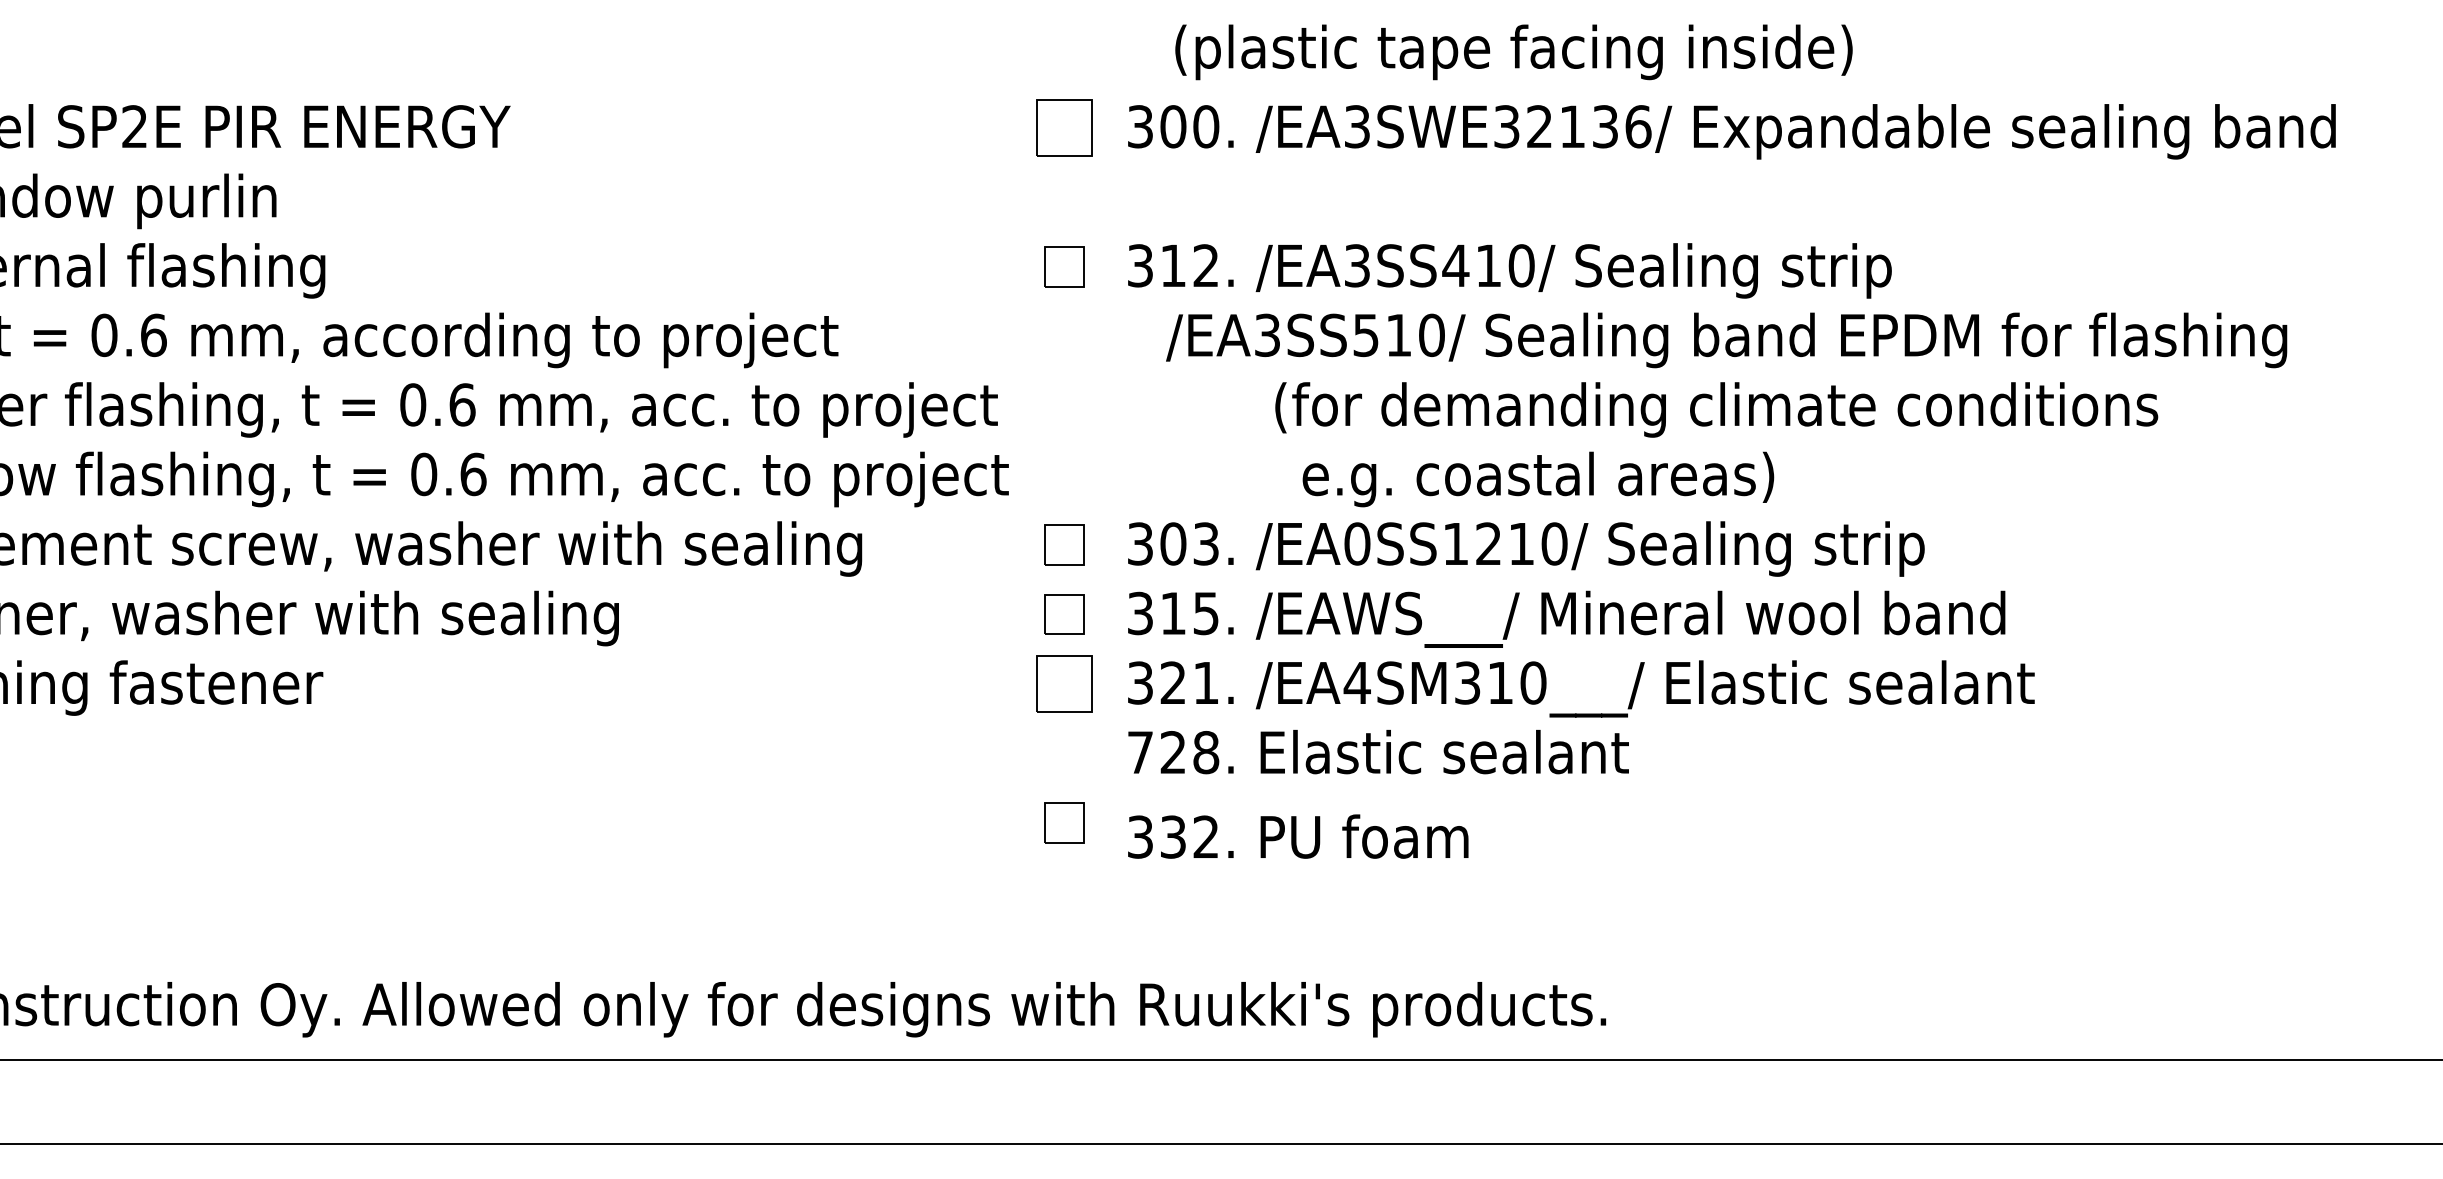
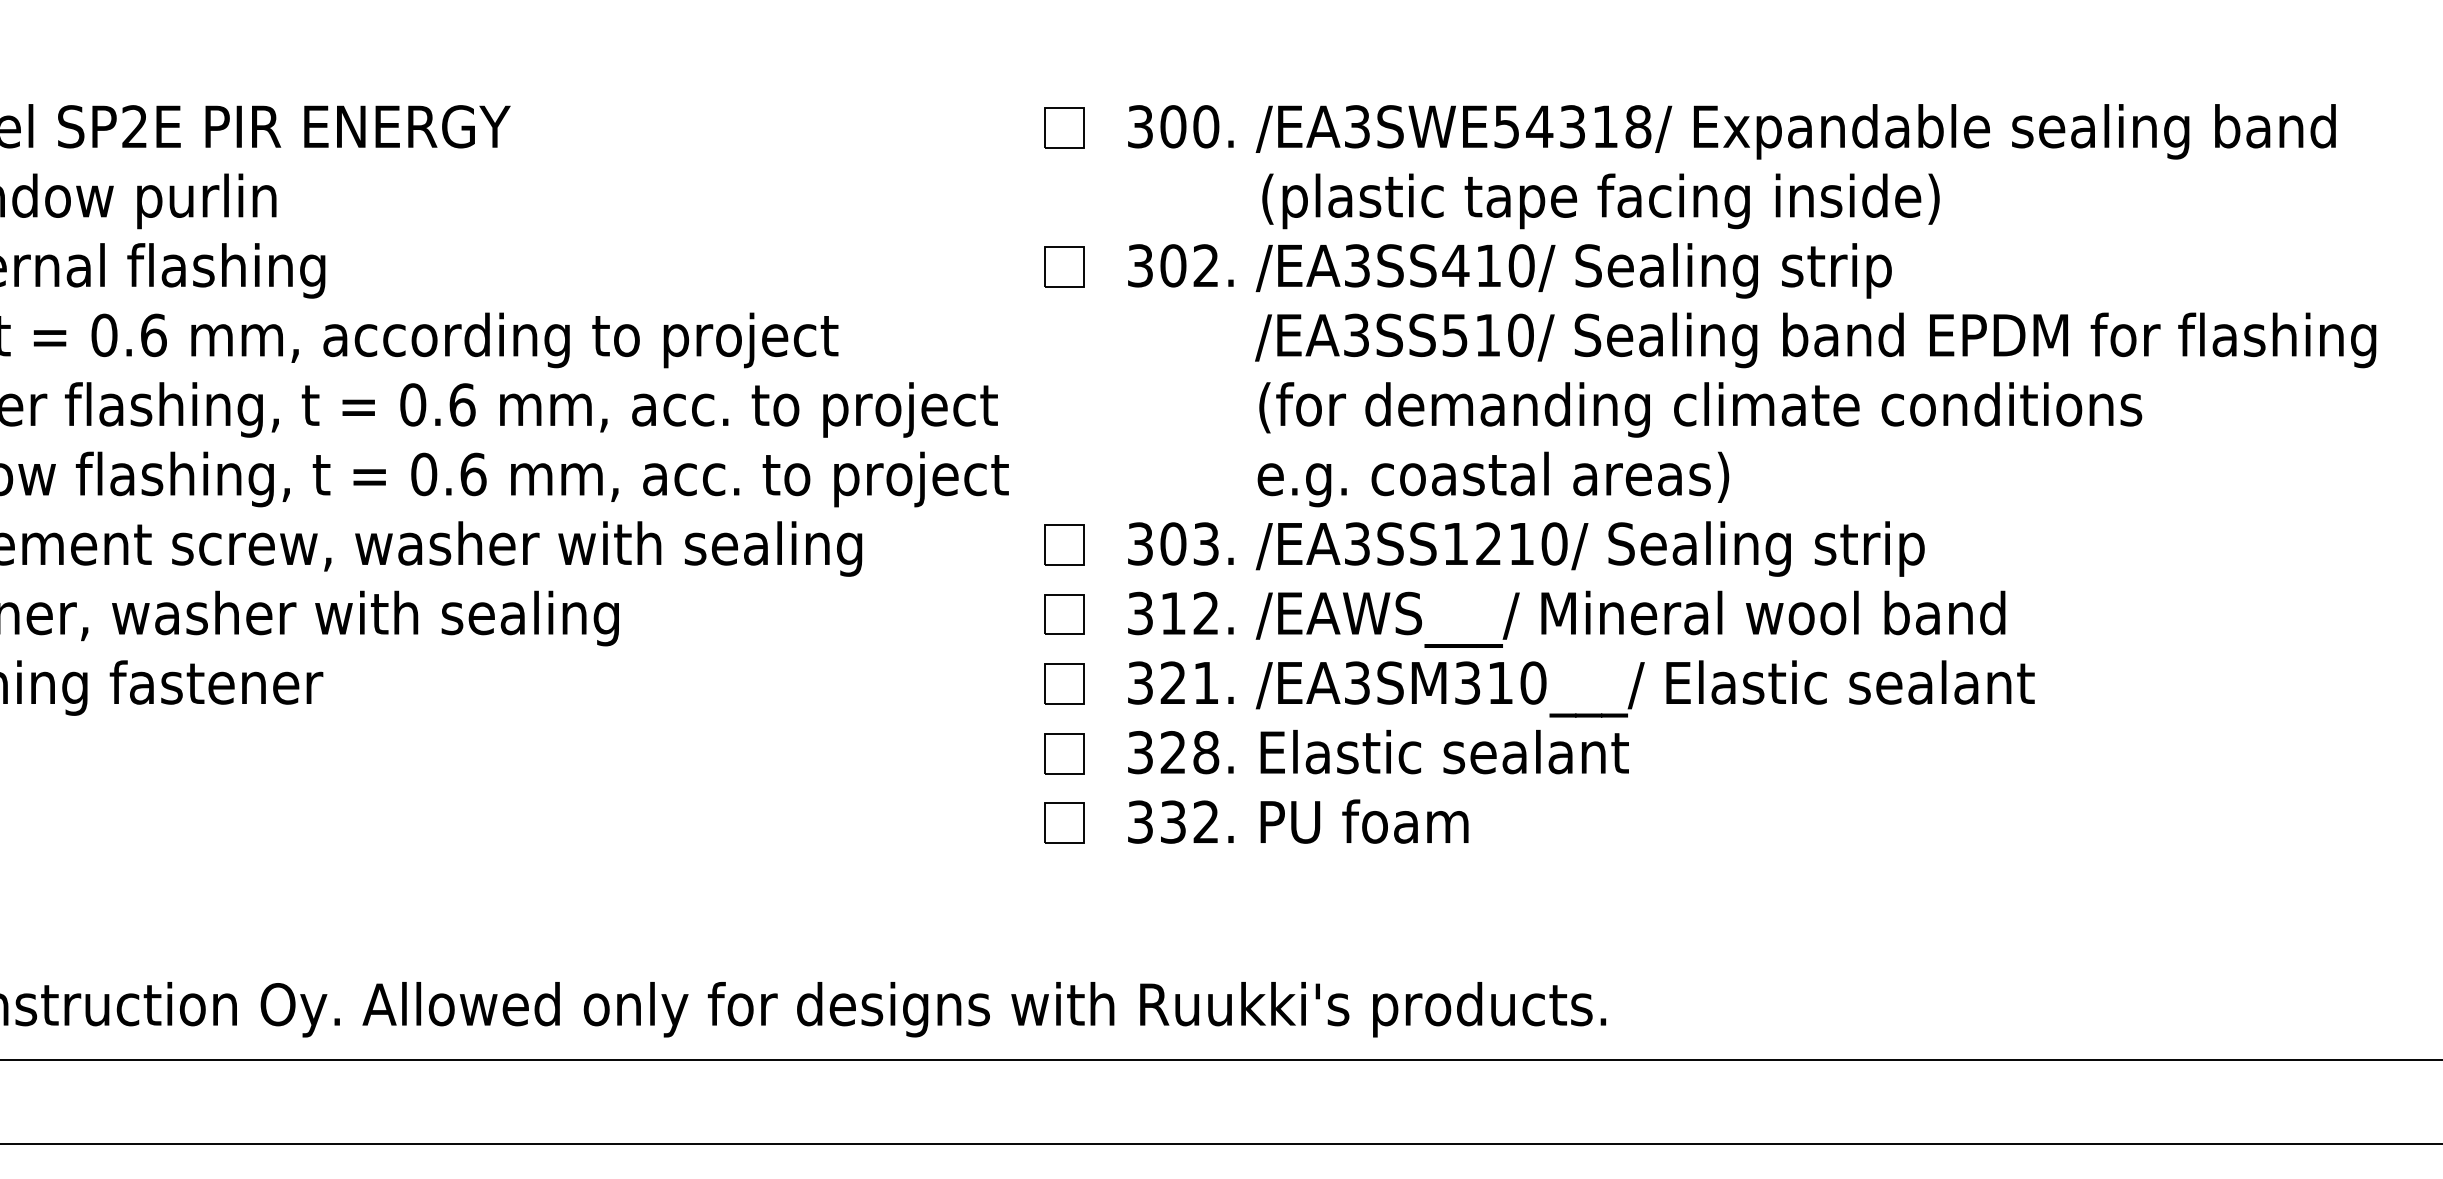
text at (1513, 52) position: (1513, 52) -> (1600, 201)
text at (1573, 126): /EA3SWE32136/ -> /EA3SWE54318/
part at (1064, 127) size: 57x58 px -> 41x42 px
text at (1173, 265): 312. -> 302.
text at (1726, 340) position: (1726, 340) -> (1815, 340)
text at (1716, 409) position: (1716, 409) -> (1700, 409)
text at (1538, 479) position: (1538, 479) -> (1493, 479)
text at (1357, 543): /EA0SS1210/ -> /EA3SS1210/
text at (1205, 613): 315. -> 312.
text at (1356, 682): /EA4SM310___/ -> /EA3SM310___/
part at (1064, 683) size: 57x58 px -> 41x42 px
text at (1140, 752): 728. -> 328.
part at (1064, 753): none -> present
text at (1298, 836) position: (1298, 836) -> (1298, 821)
